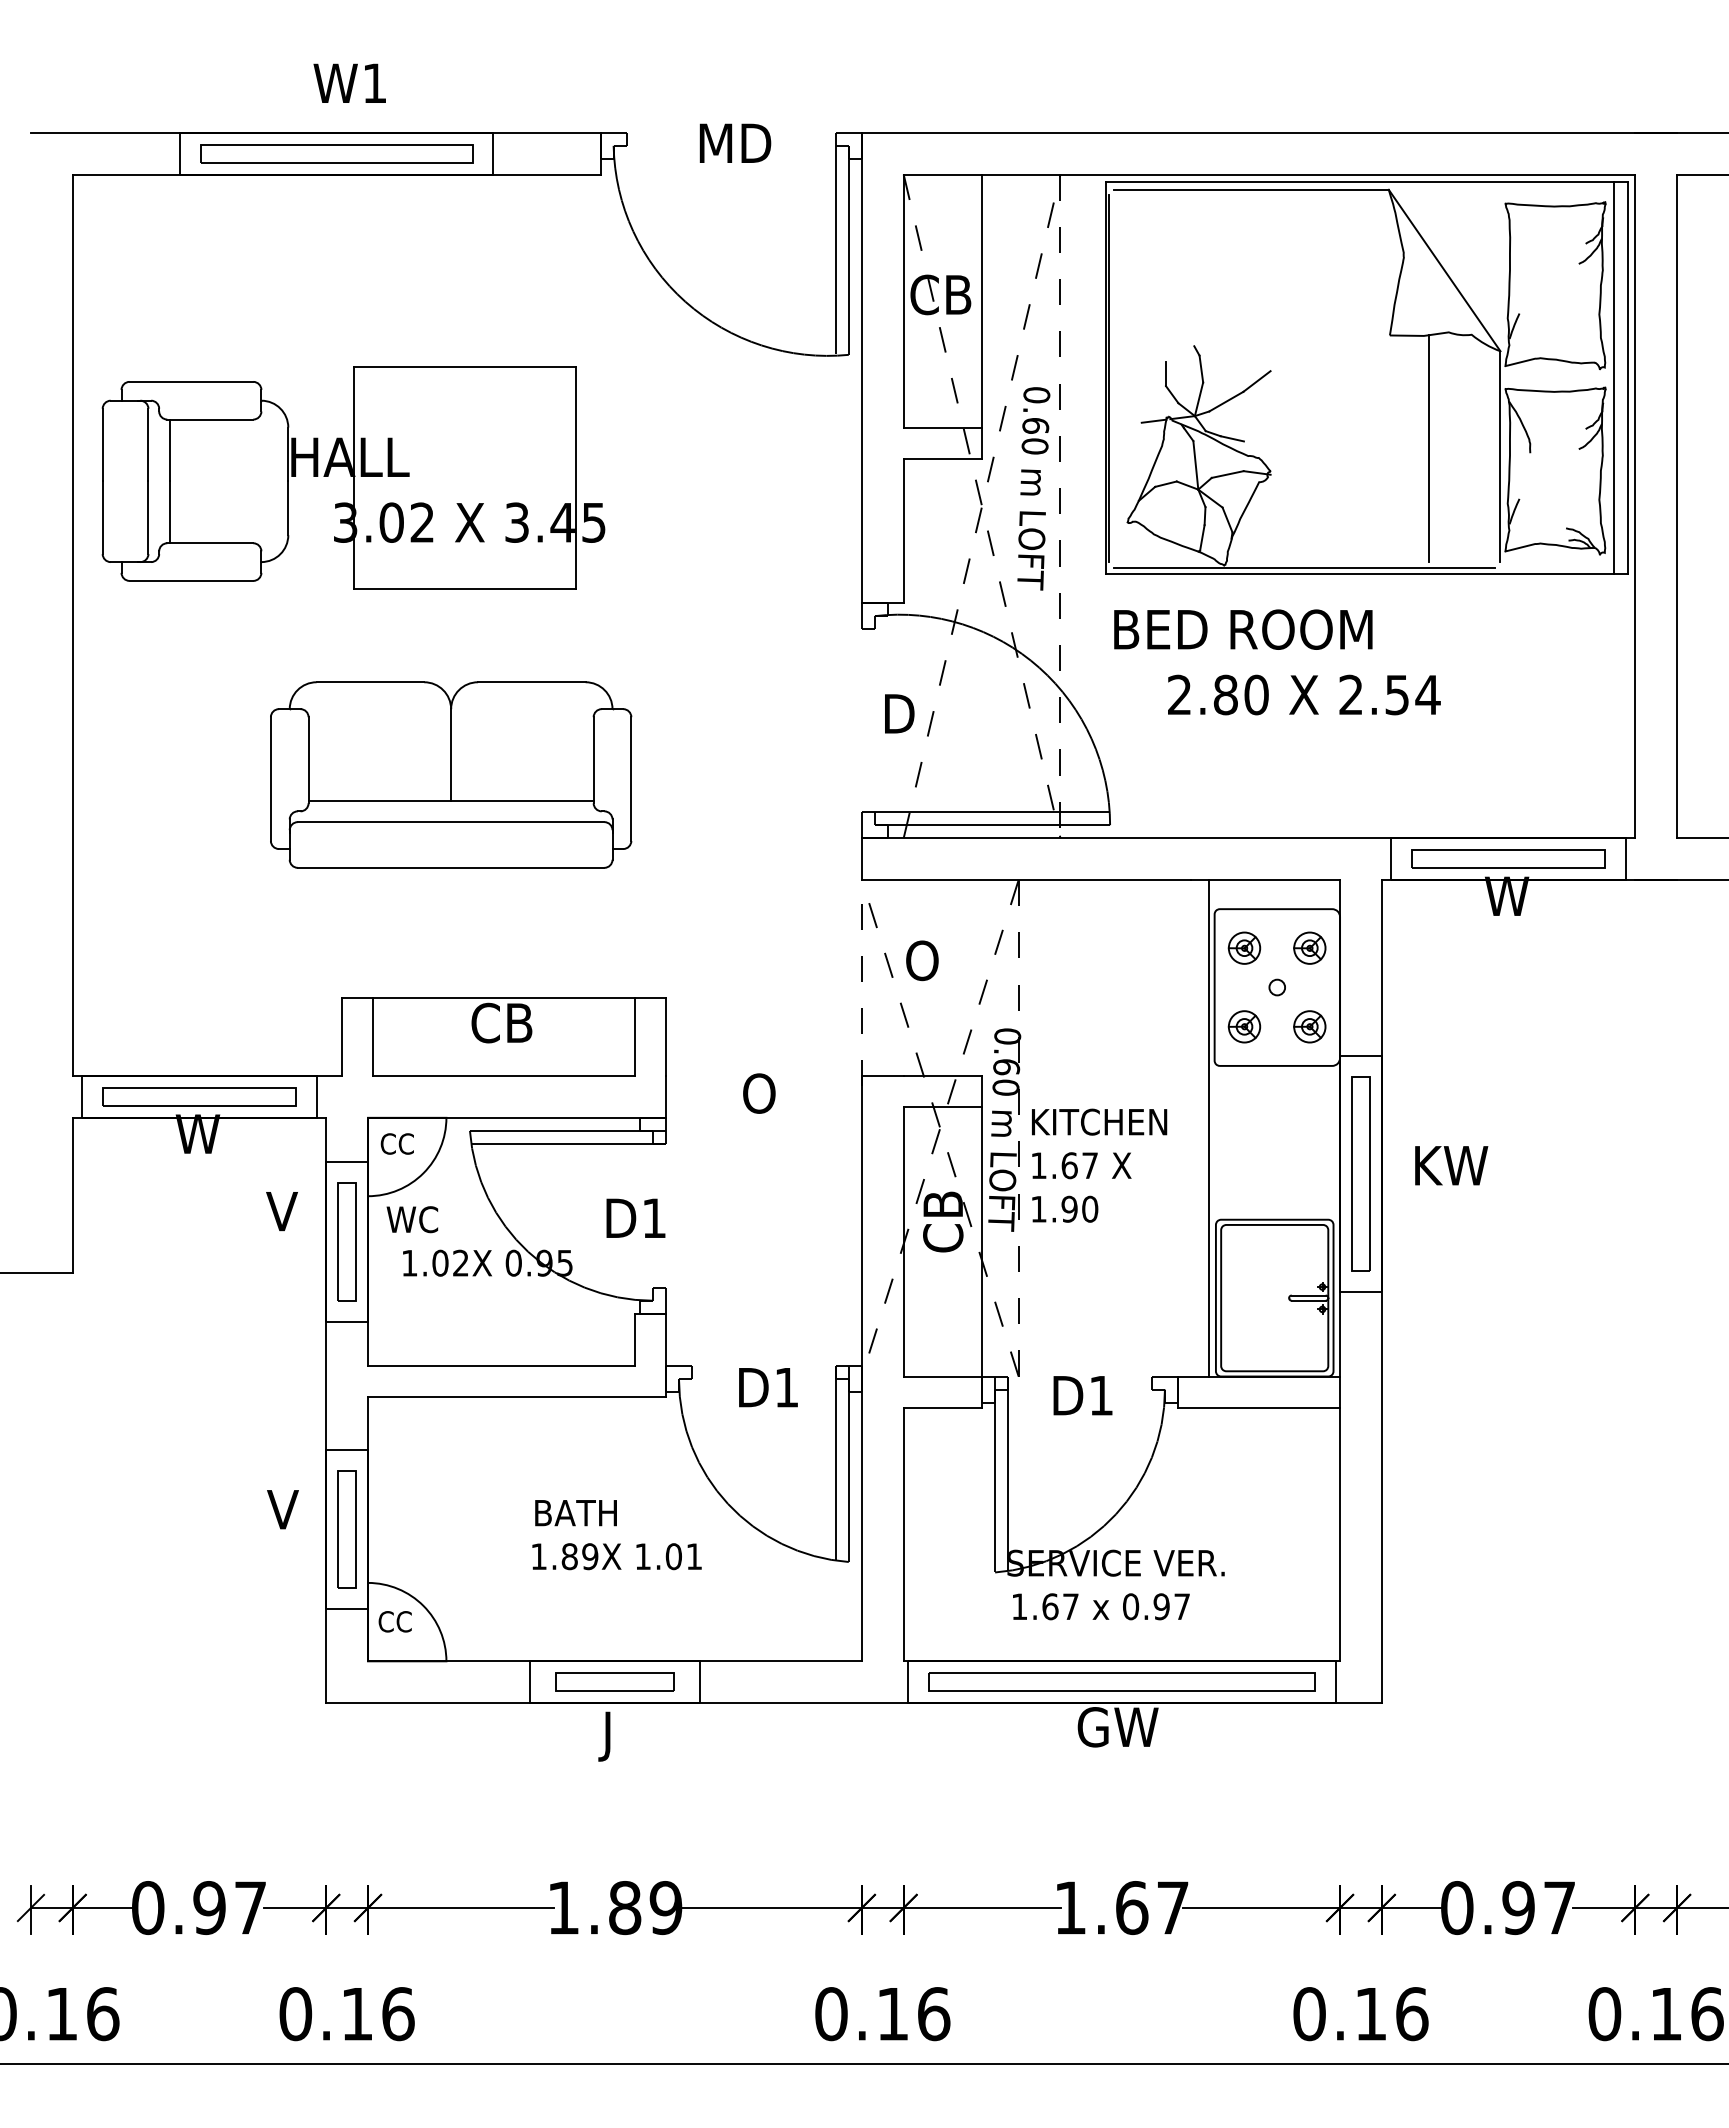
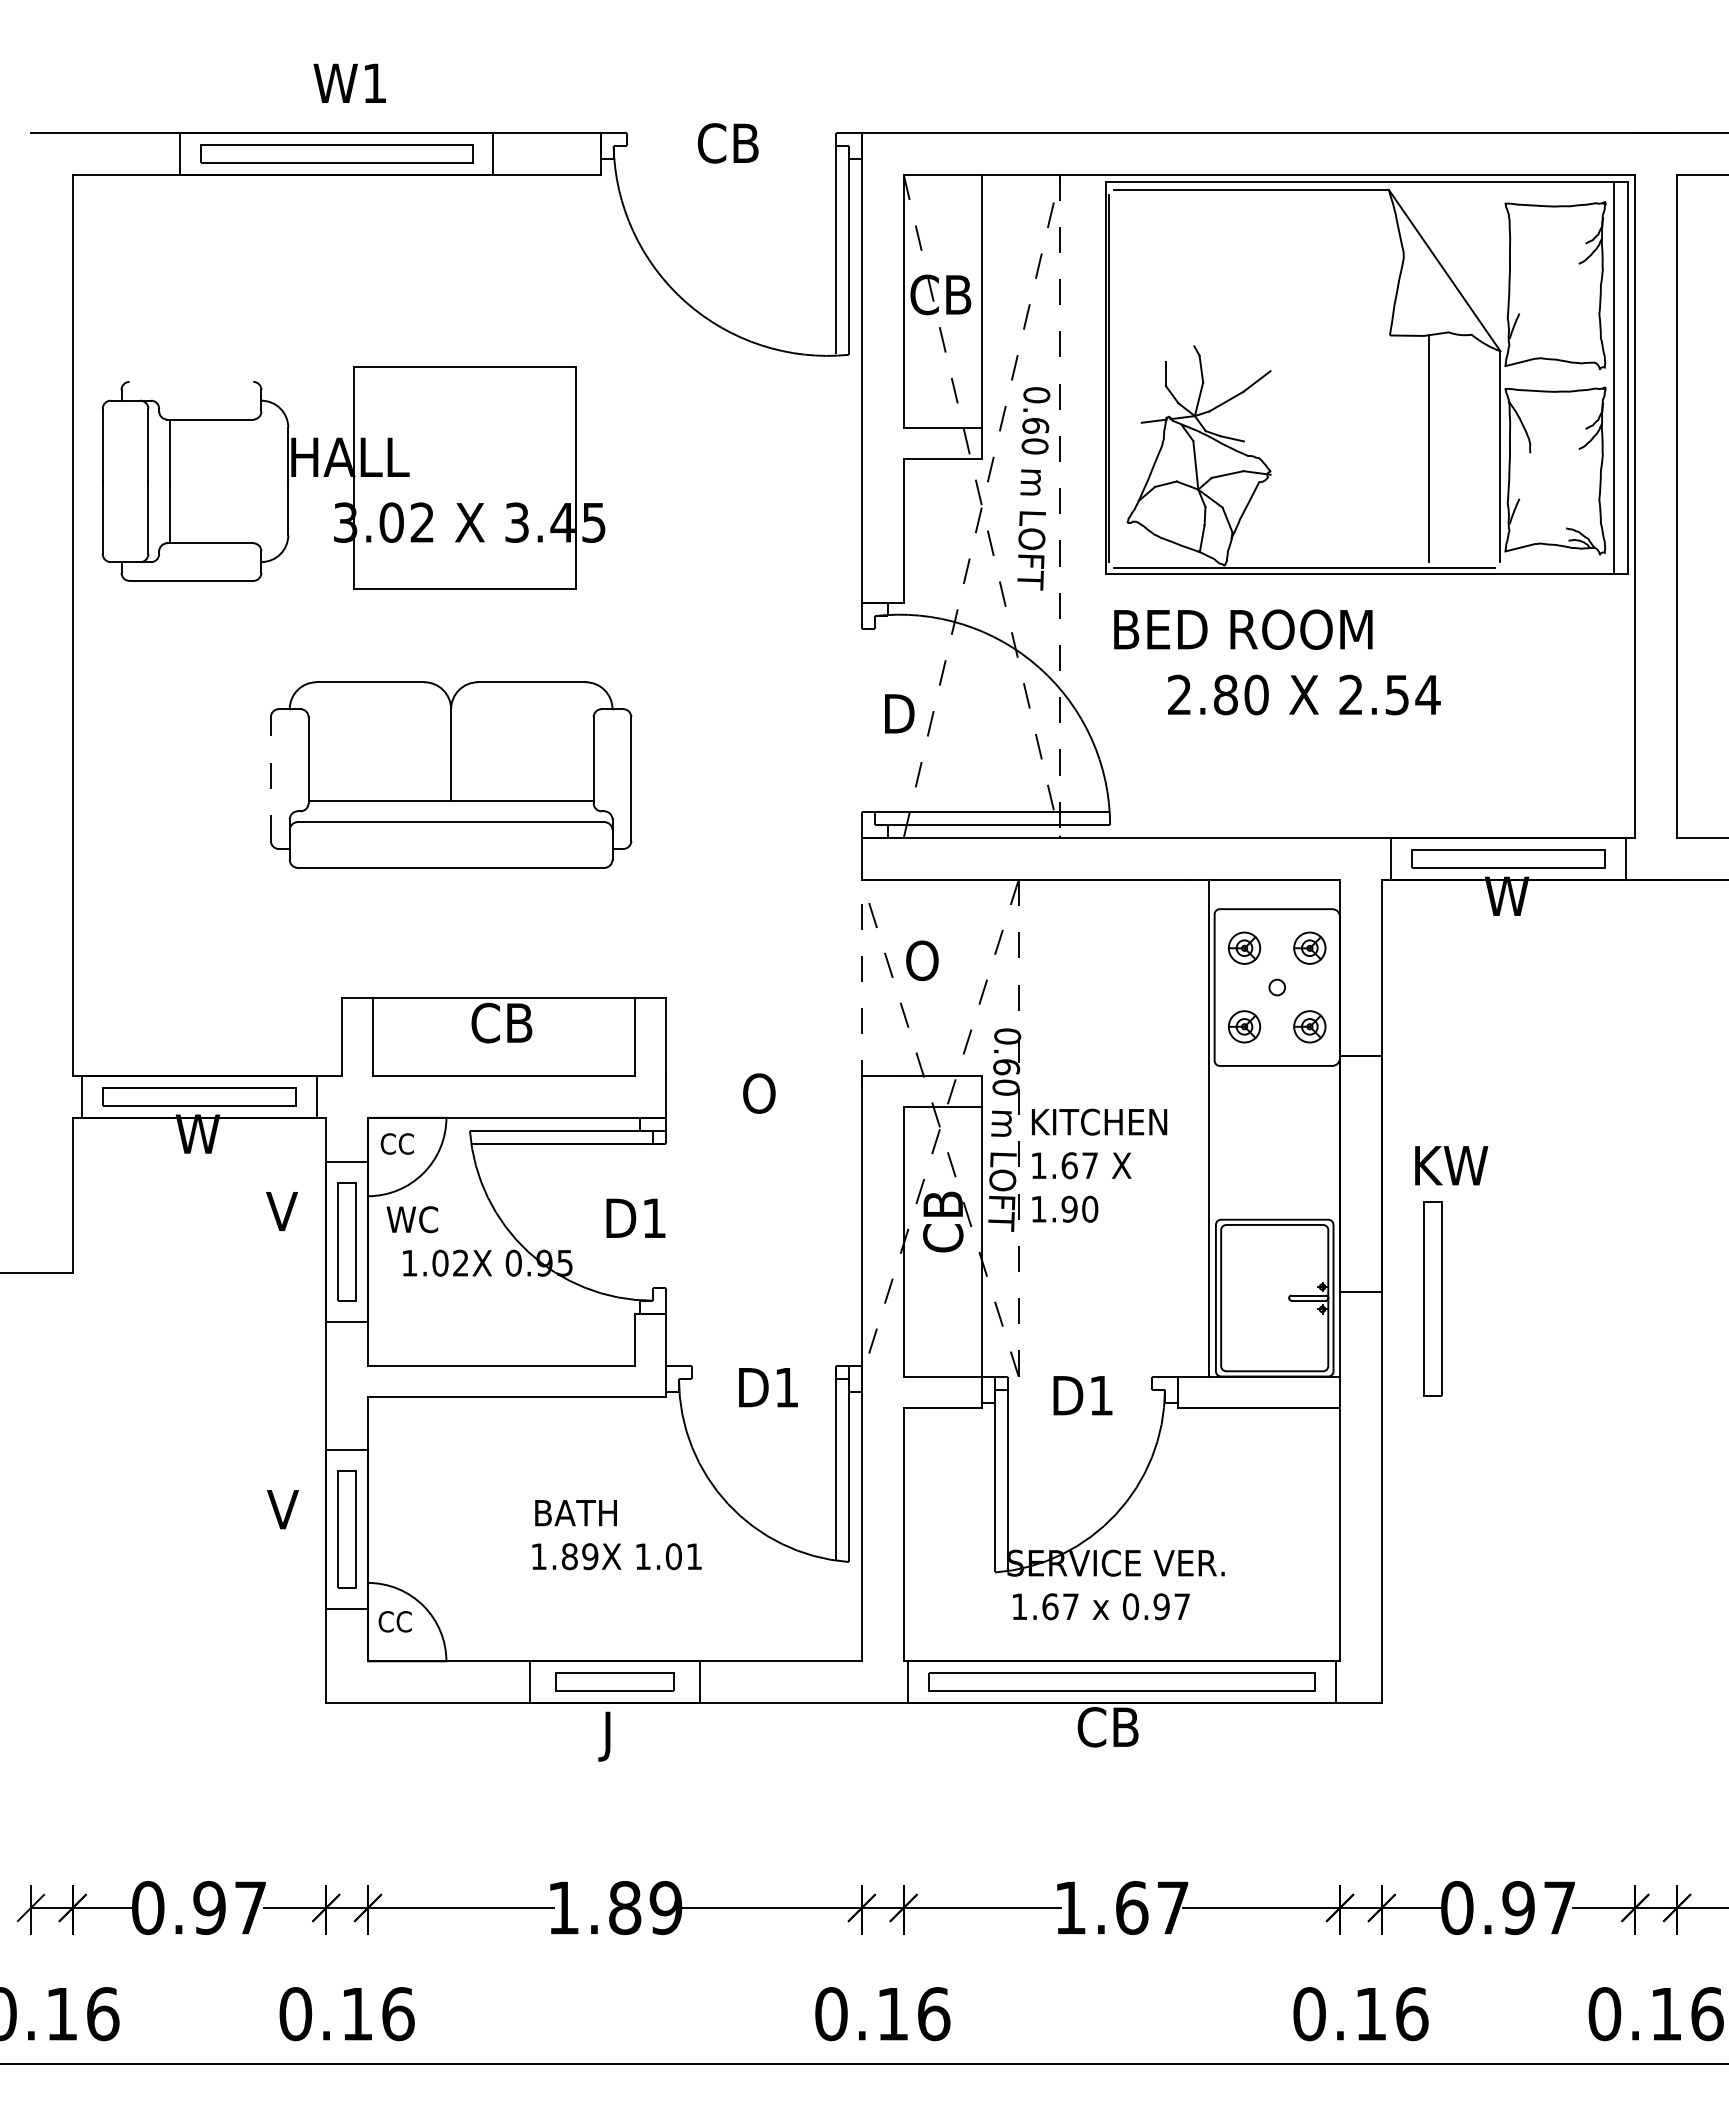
text at (734, 143): MD -> CB
line at (191, 381): present -> none
line at (270, 779): solid -> dashed
part at (1360, 1173) position: (1360, 1173) -> (1432, 1298)
text at (1127, 1727): GW -> CB
